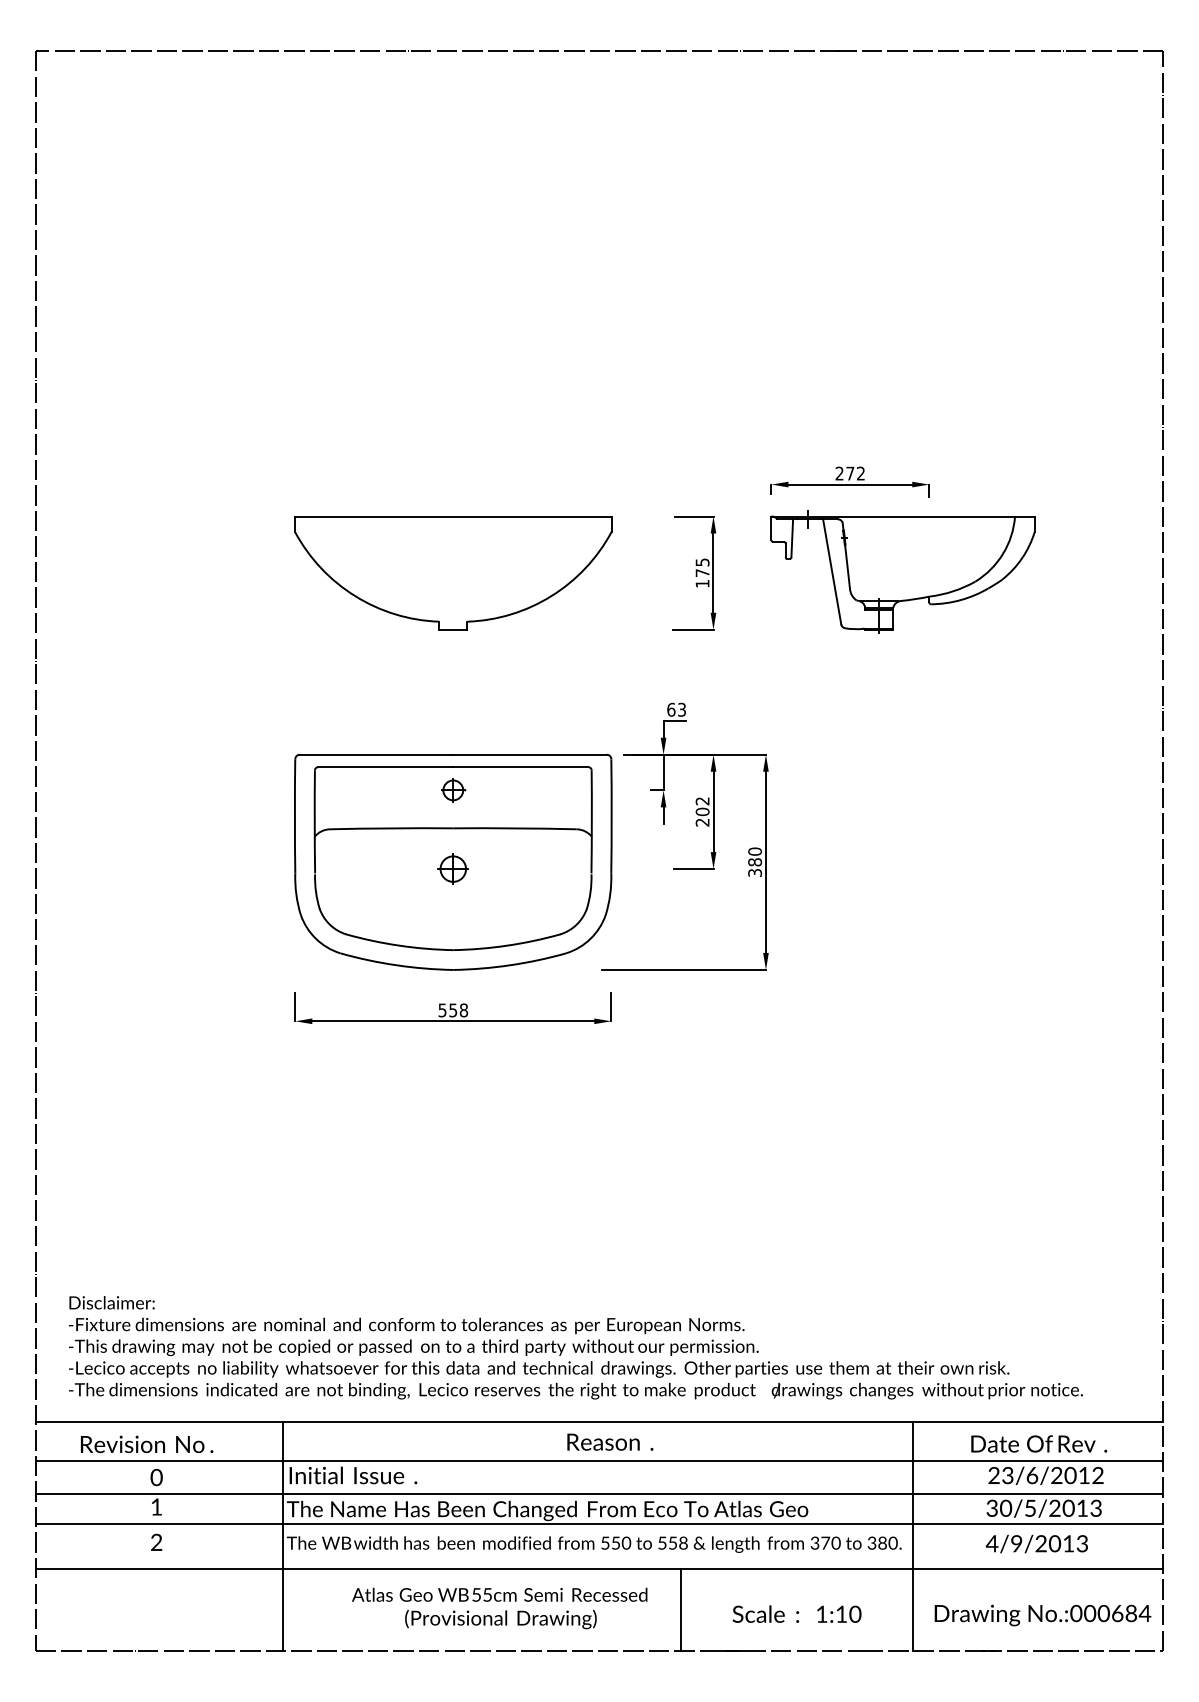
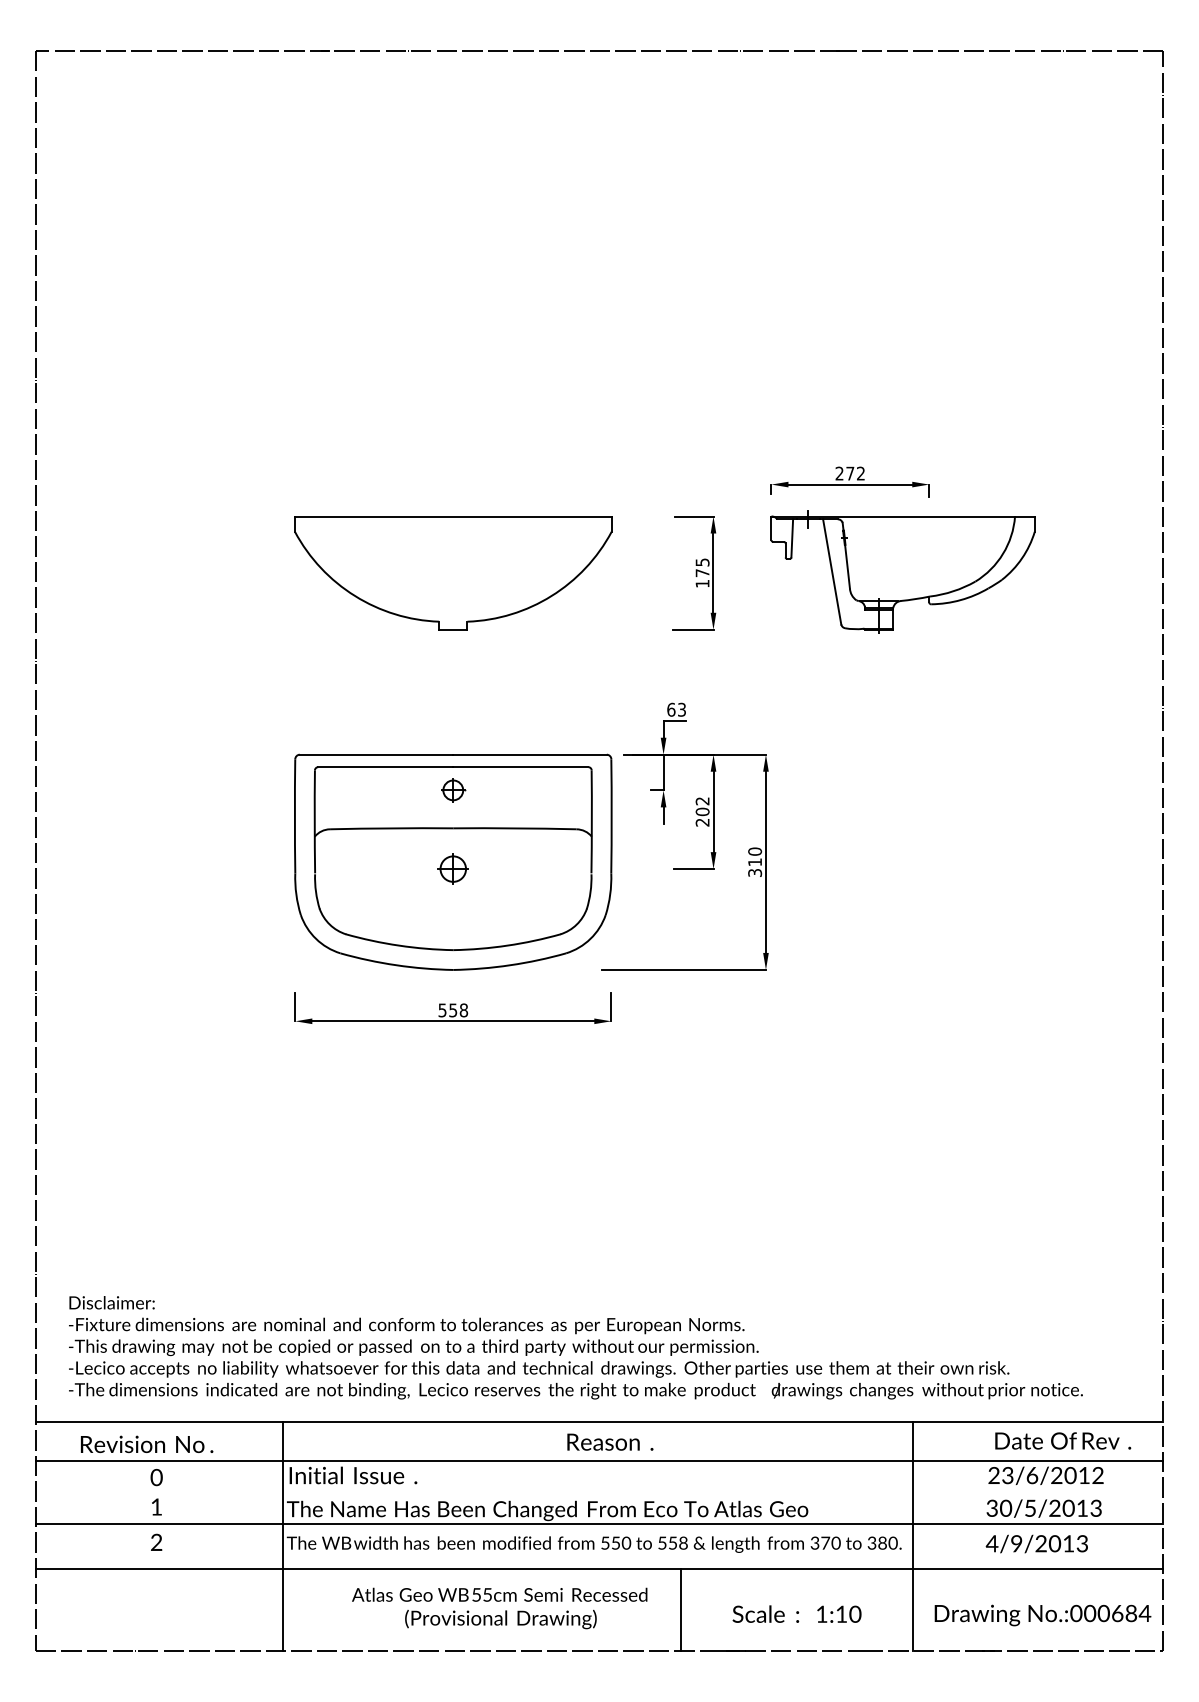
text at (755, 862): 380 -> 310
text at (1039, 1443) position: (1039, 1443) -> (1063, 1440)
line at (599, 1494): present -> none
